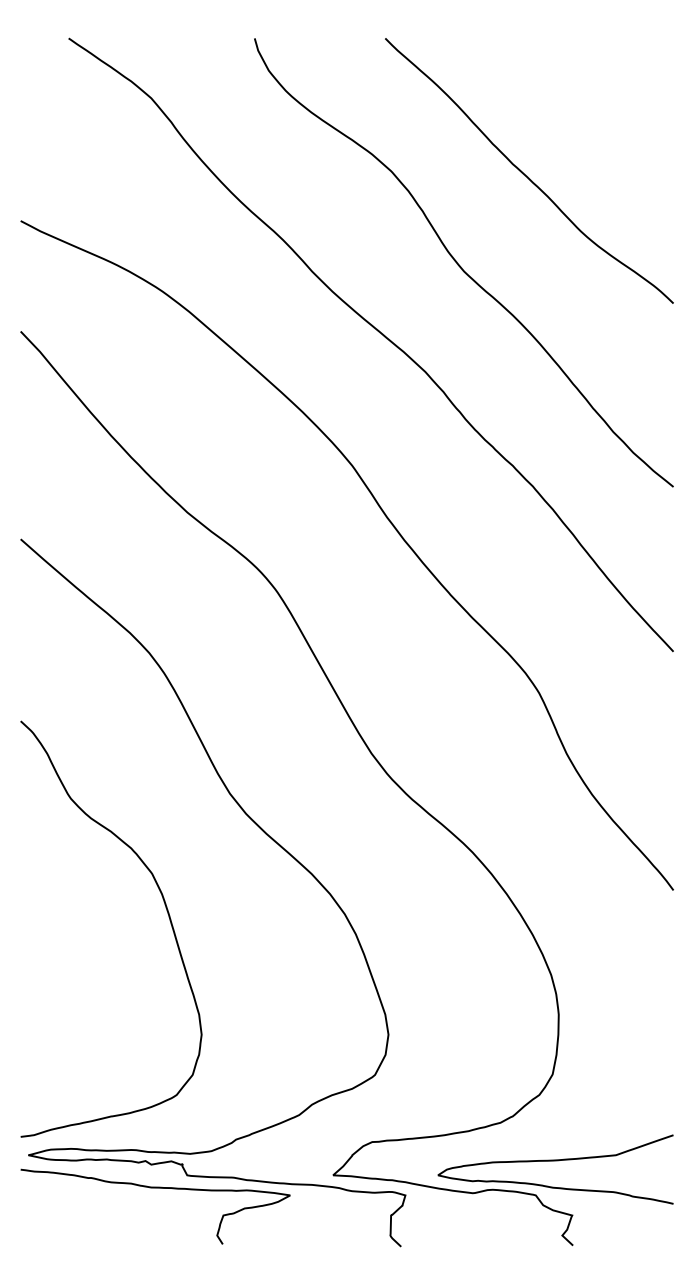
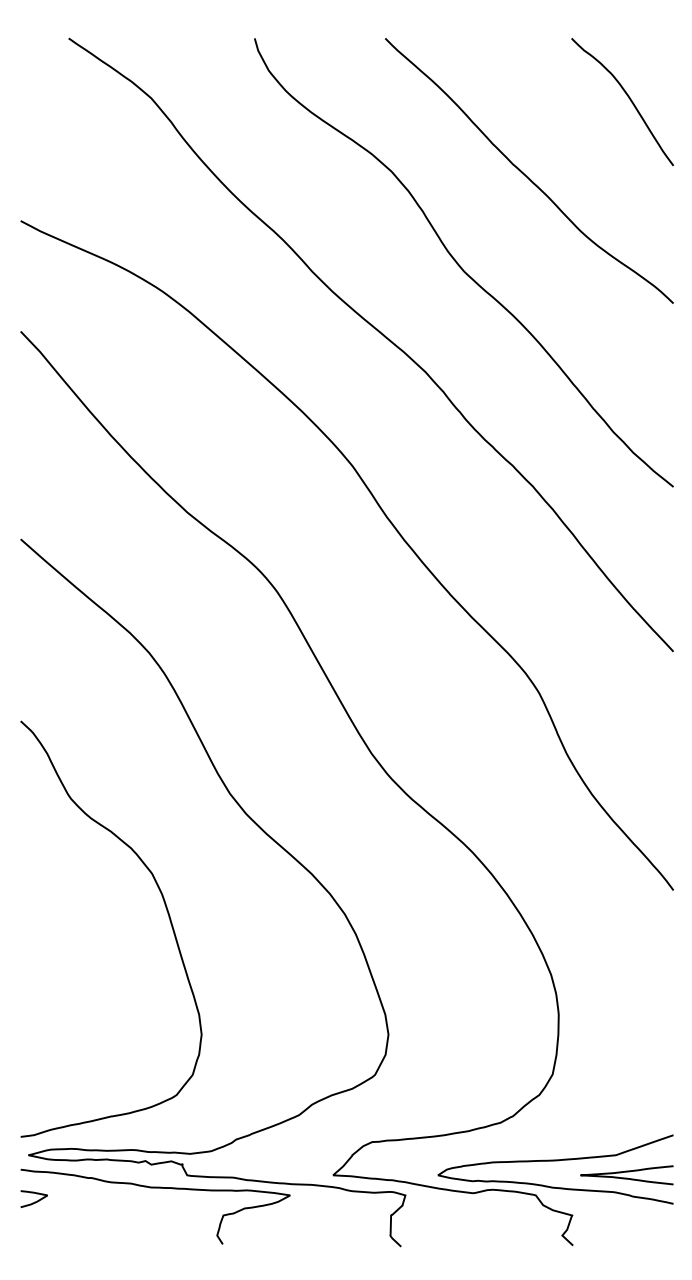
curve at (628, 98): none -> present
curve at (626, 1177): none -> present
curve at (34, 1201): none -> present
